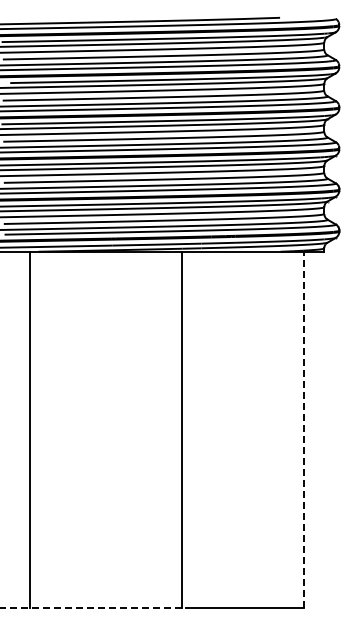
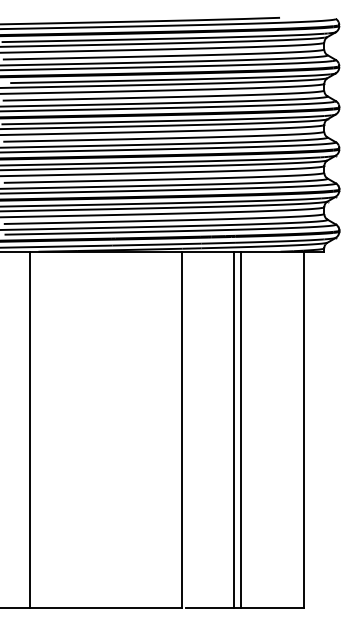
line at (233, 429): none -> present
line at (240, 429): none -> present
line at (303, 429): dashed -> solid
line at (91, 608): dashed -> solid
